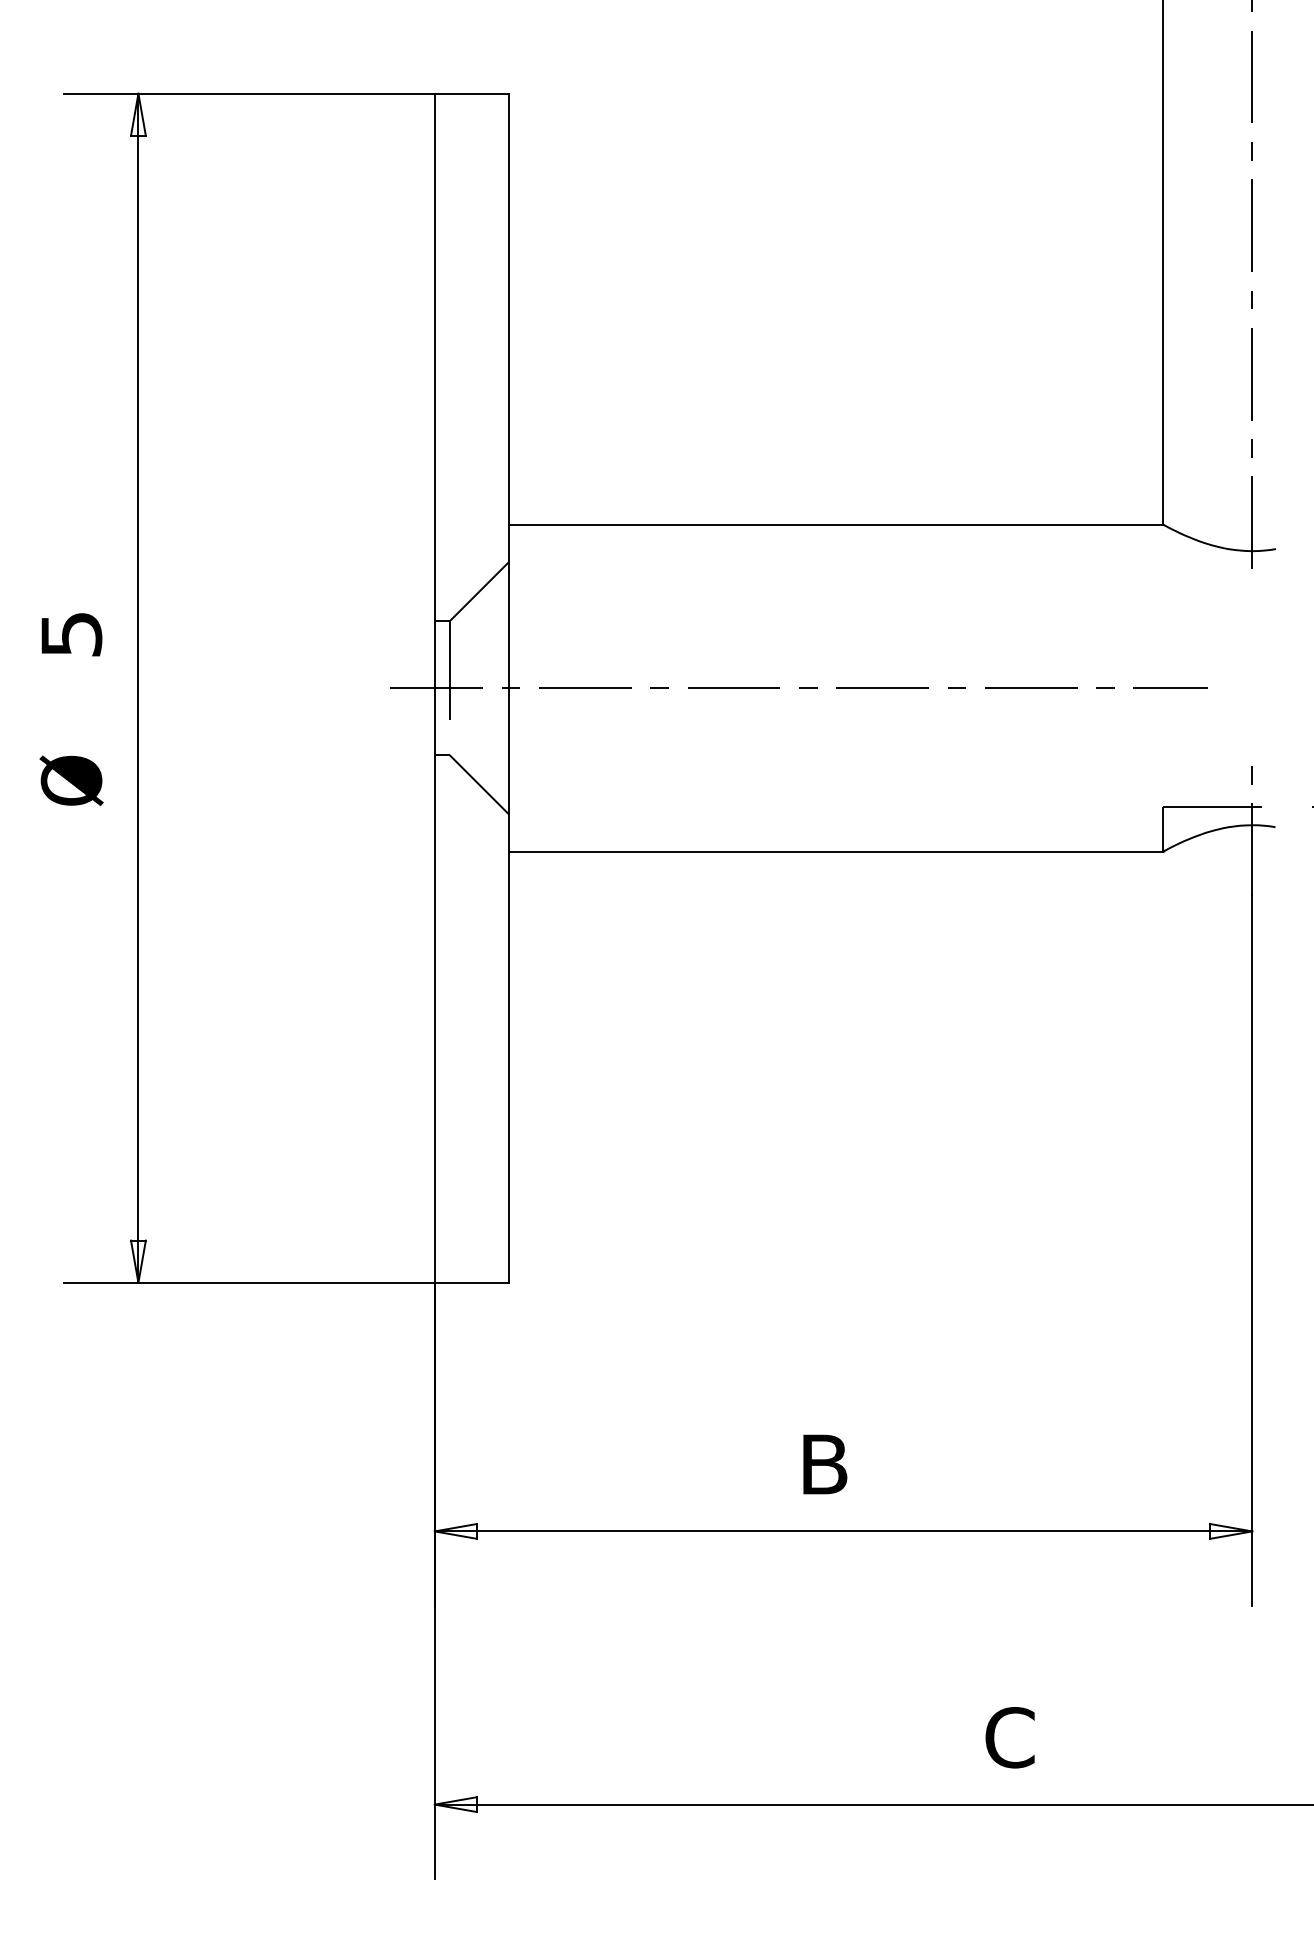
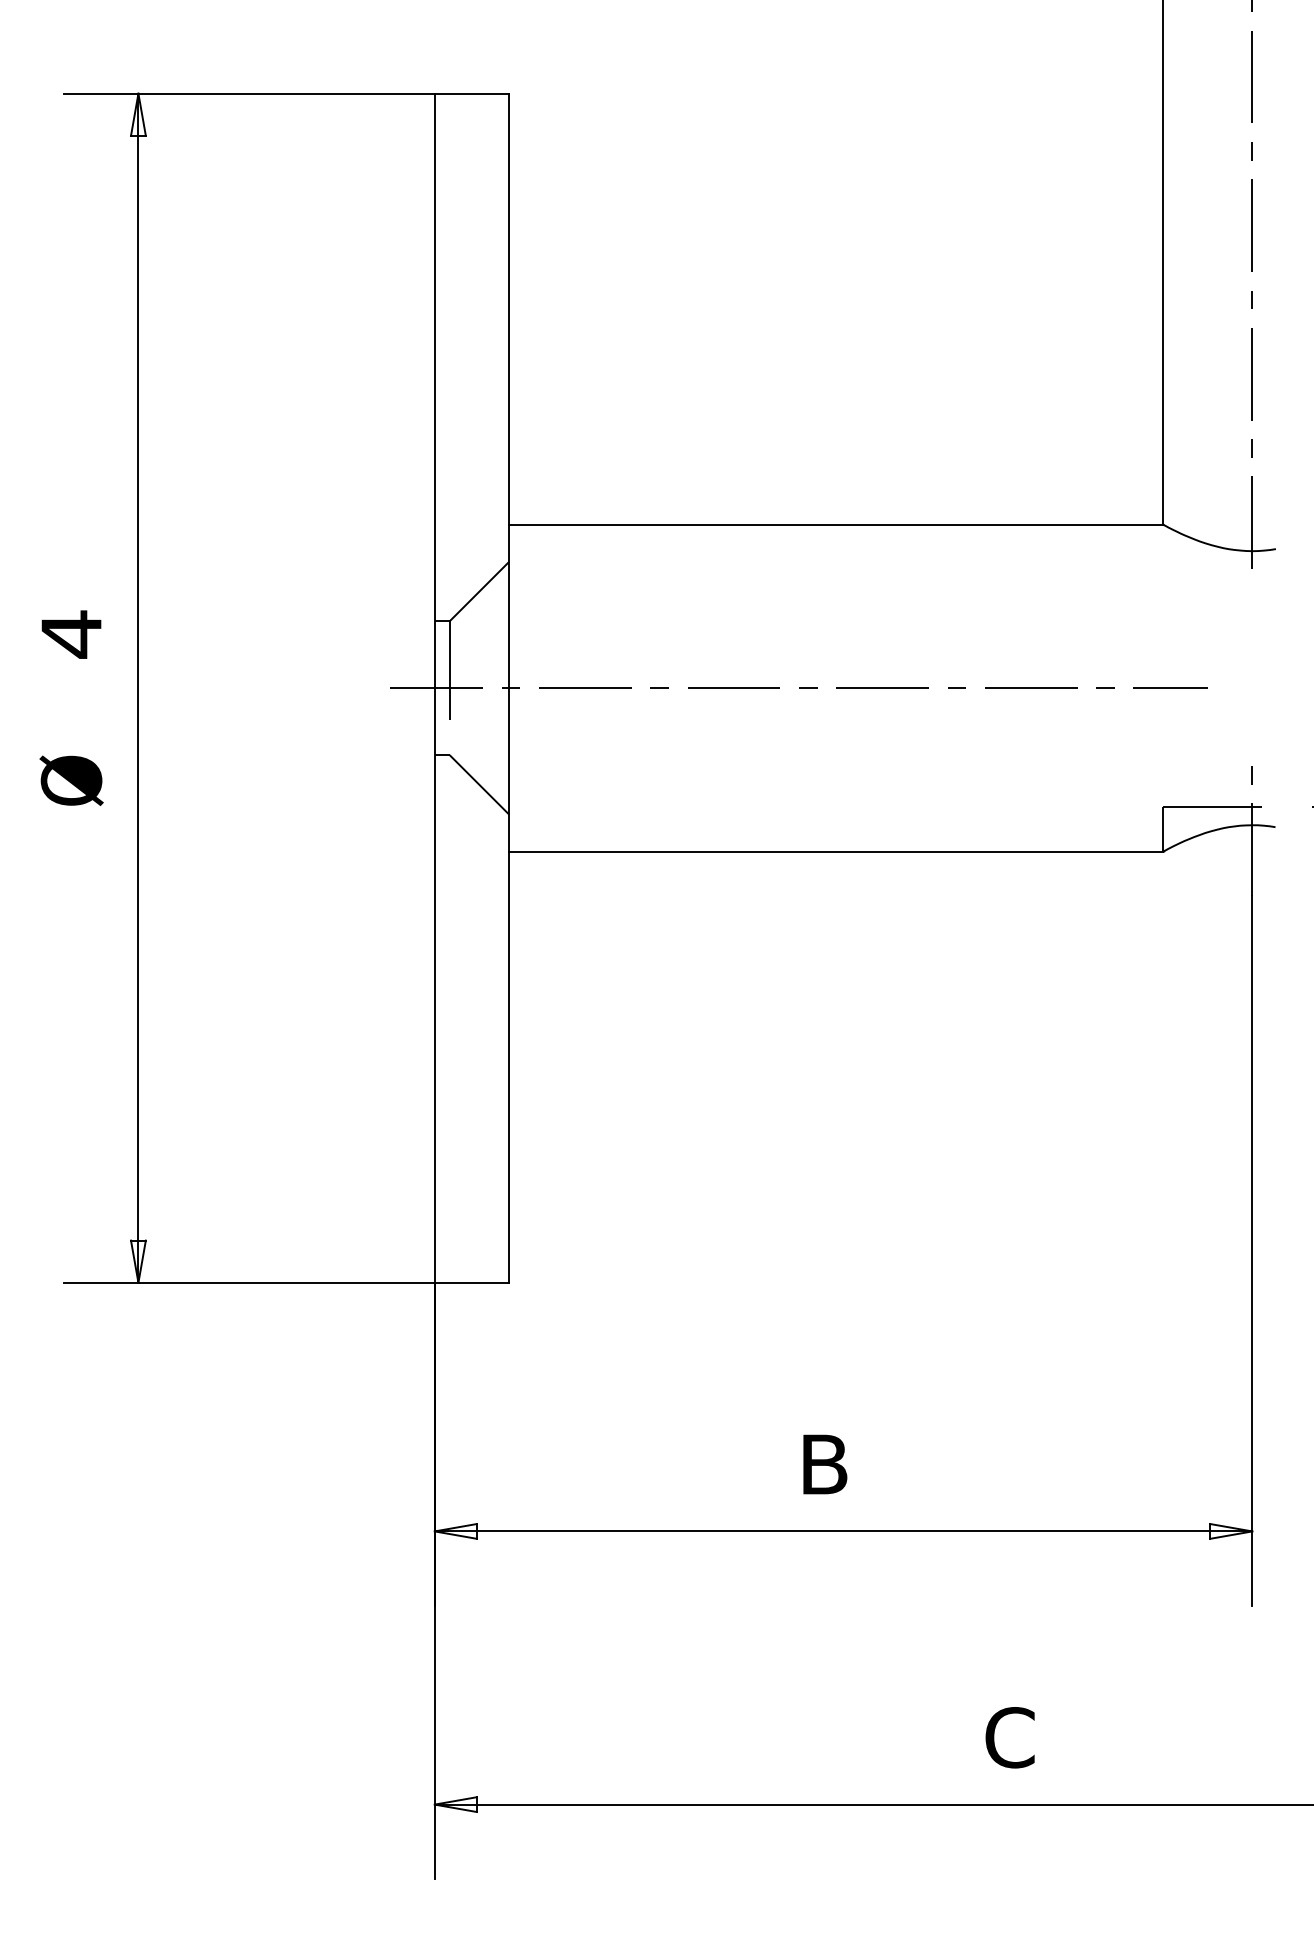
text at (71, 634): 5 -> 4
